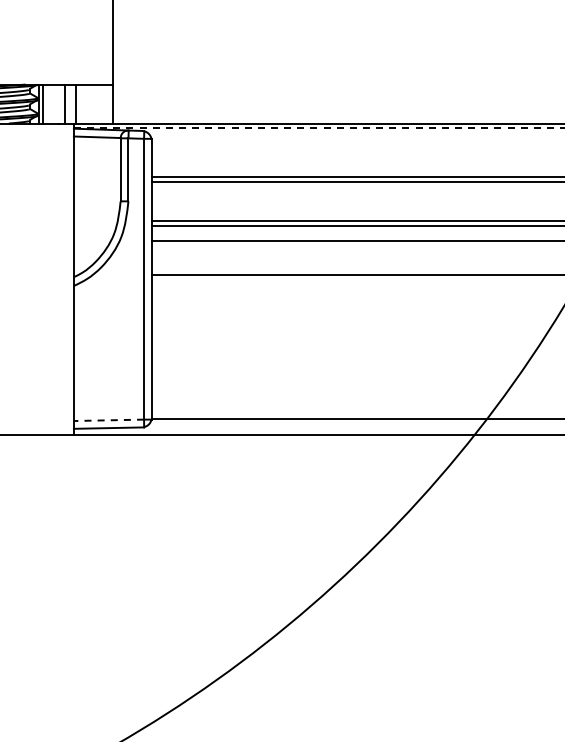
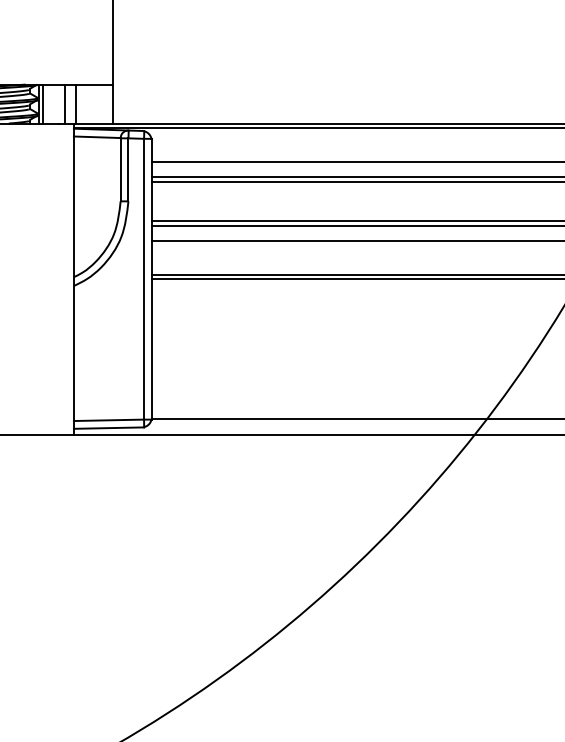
line at (319, 128): dashed -> solid
line at (356, 161): none -> present
line at (356, 279): none -> present
line at (108, 420): dashed -> solid
